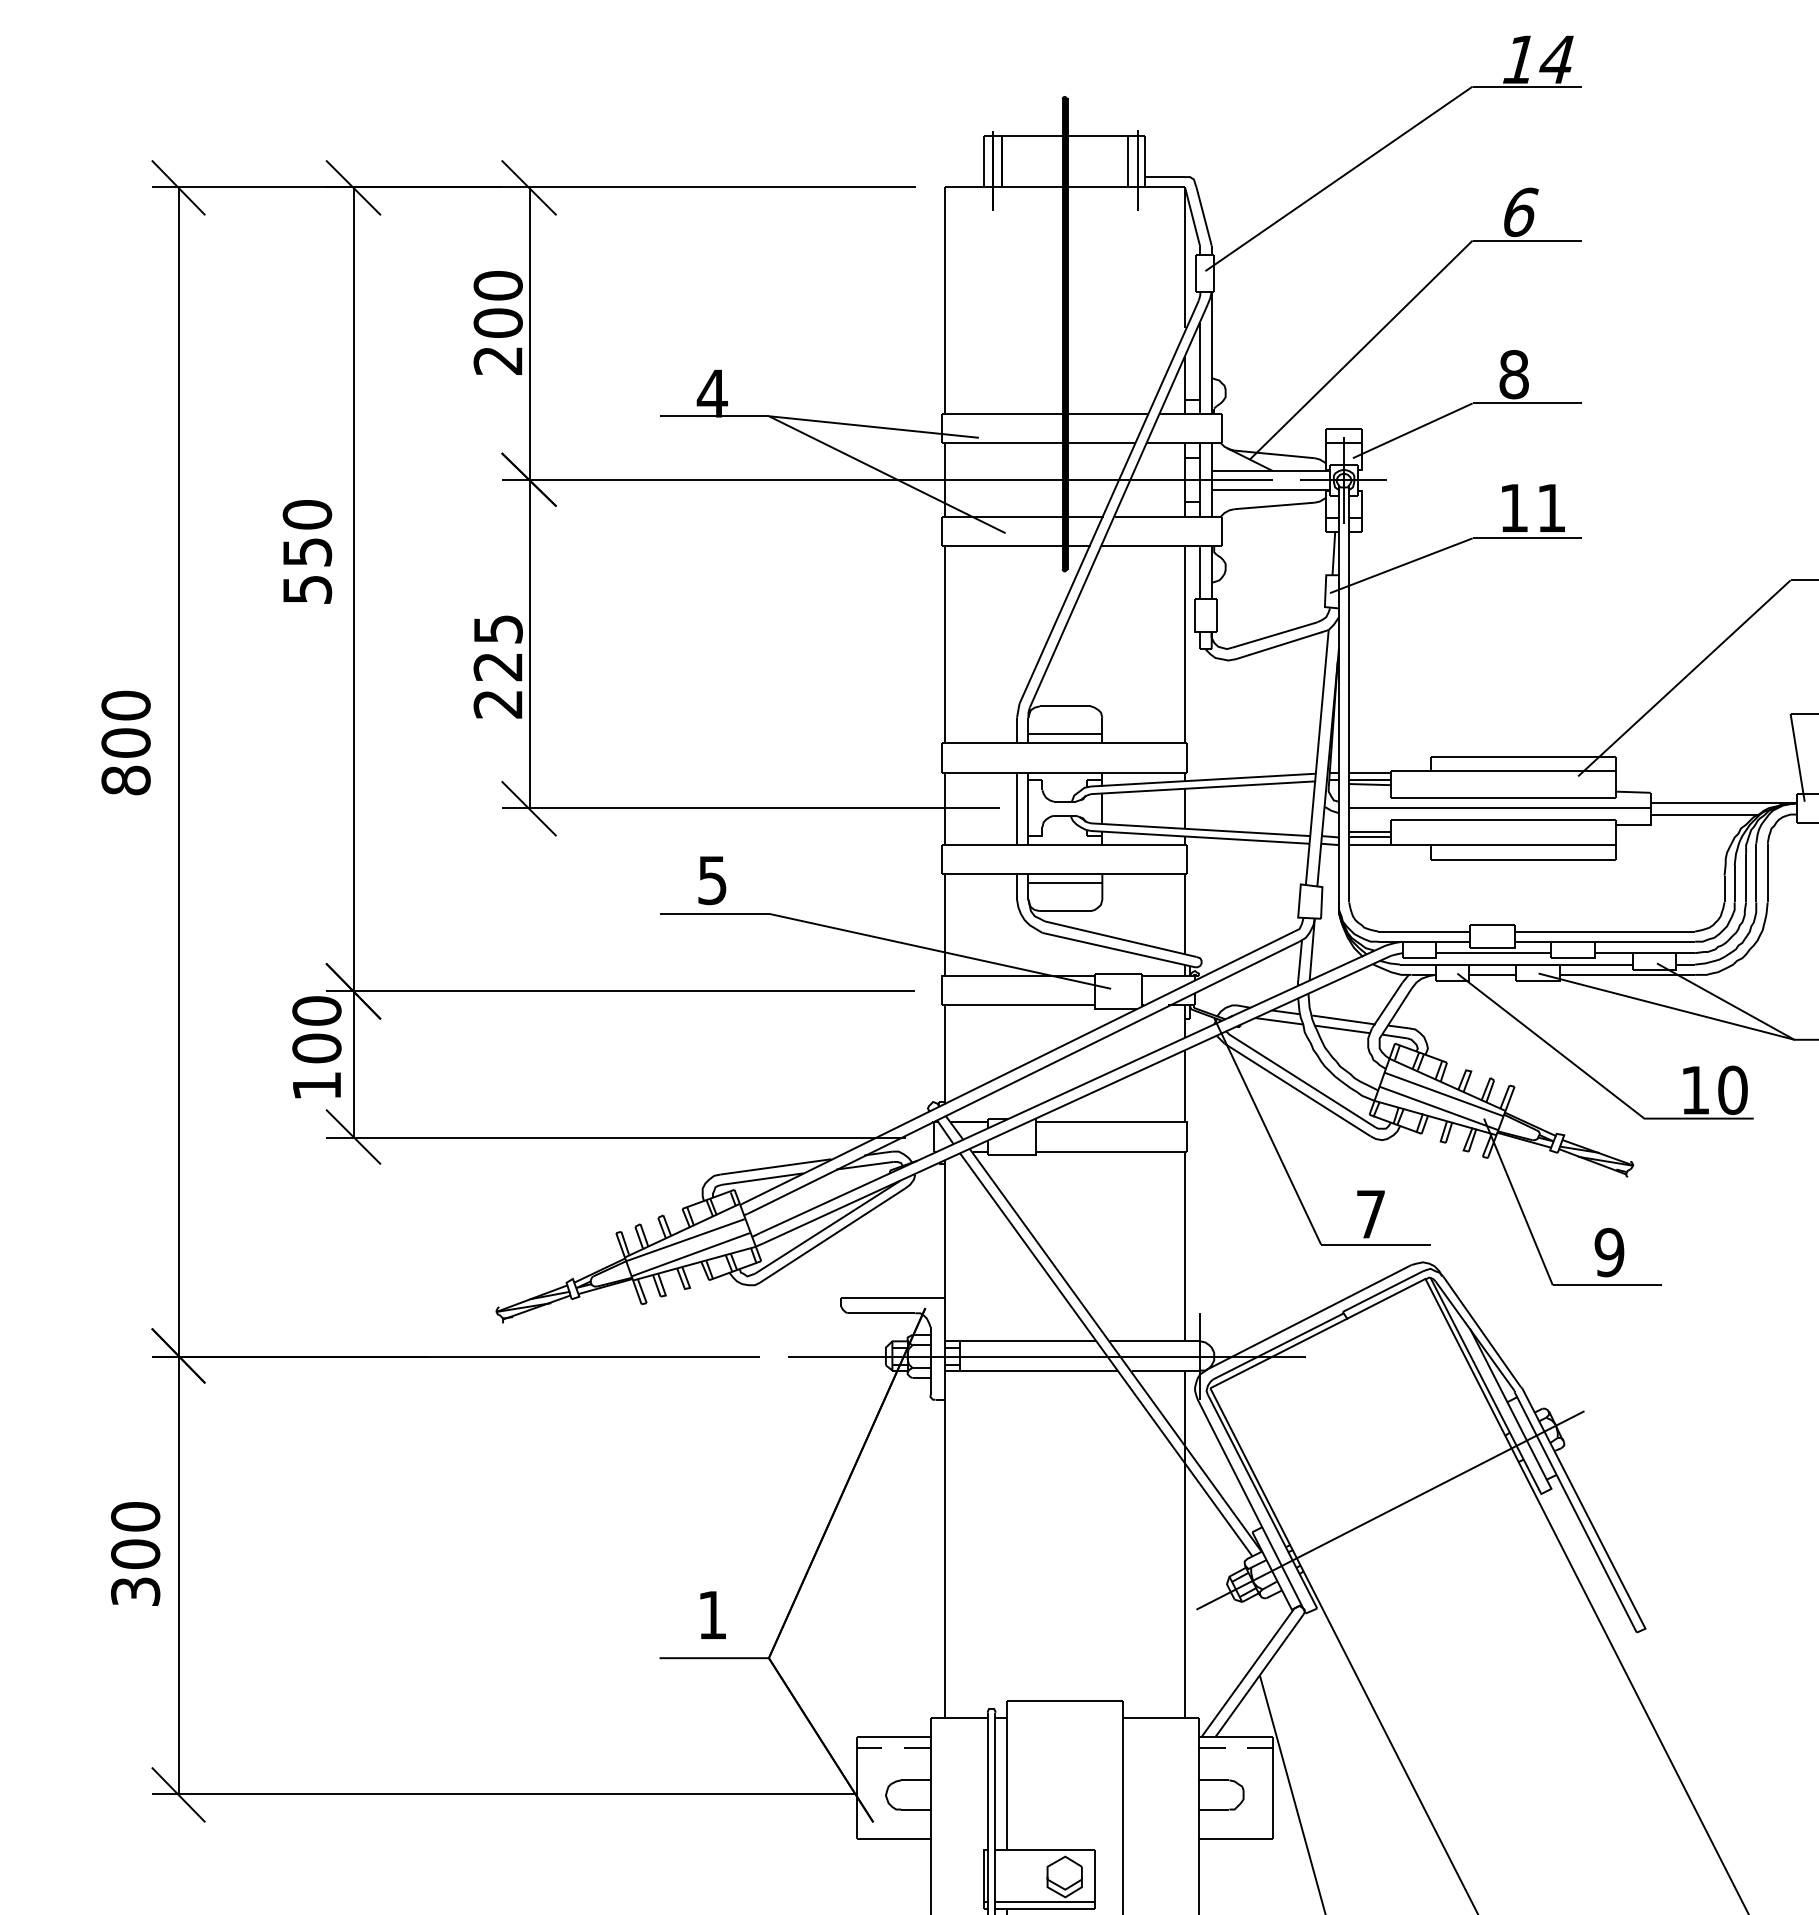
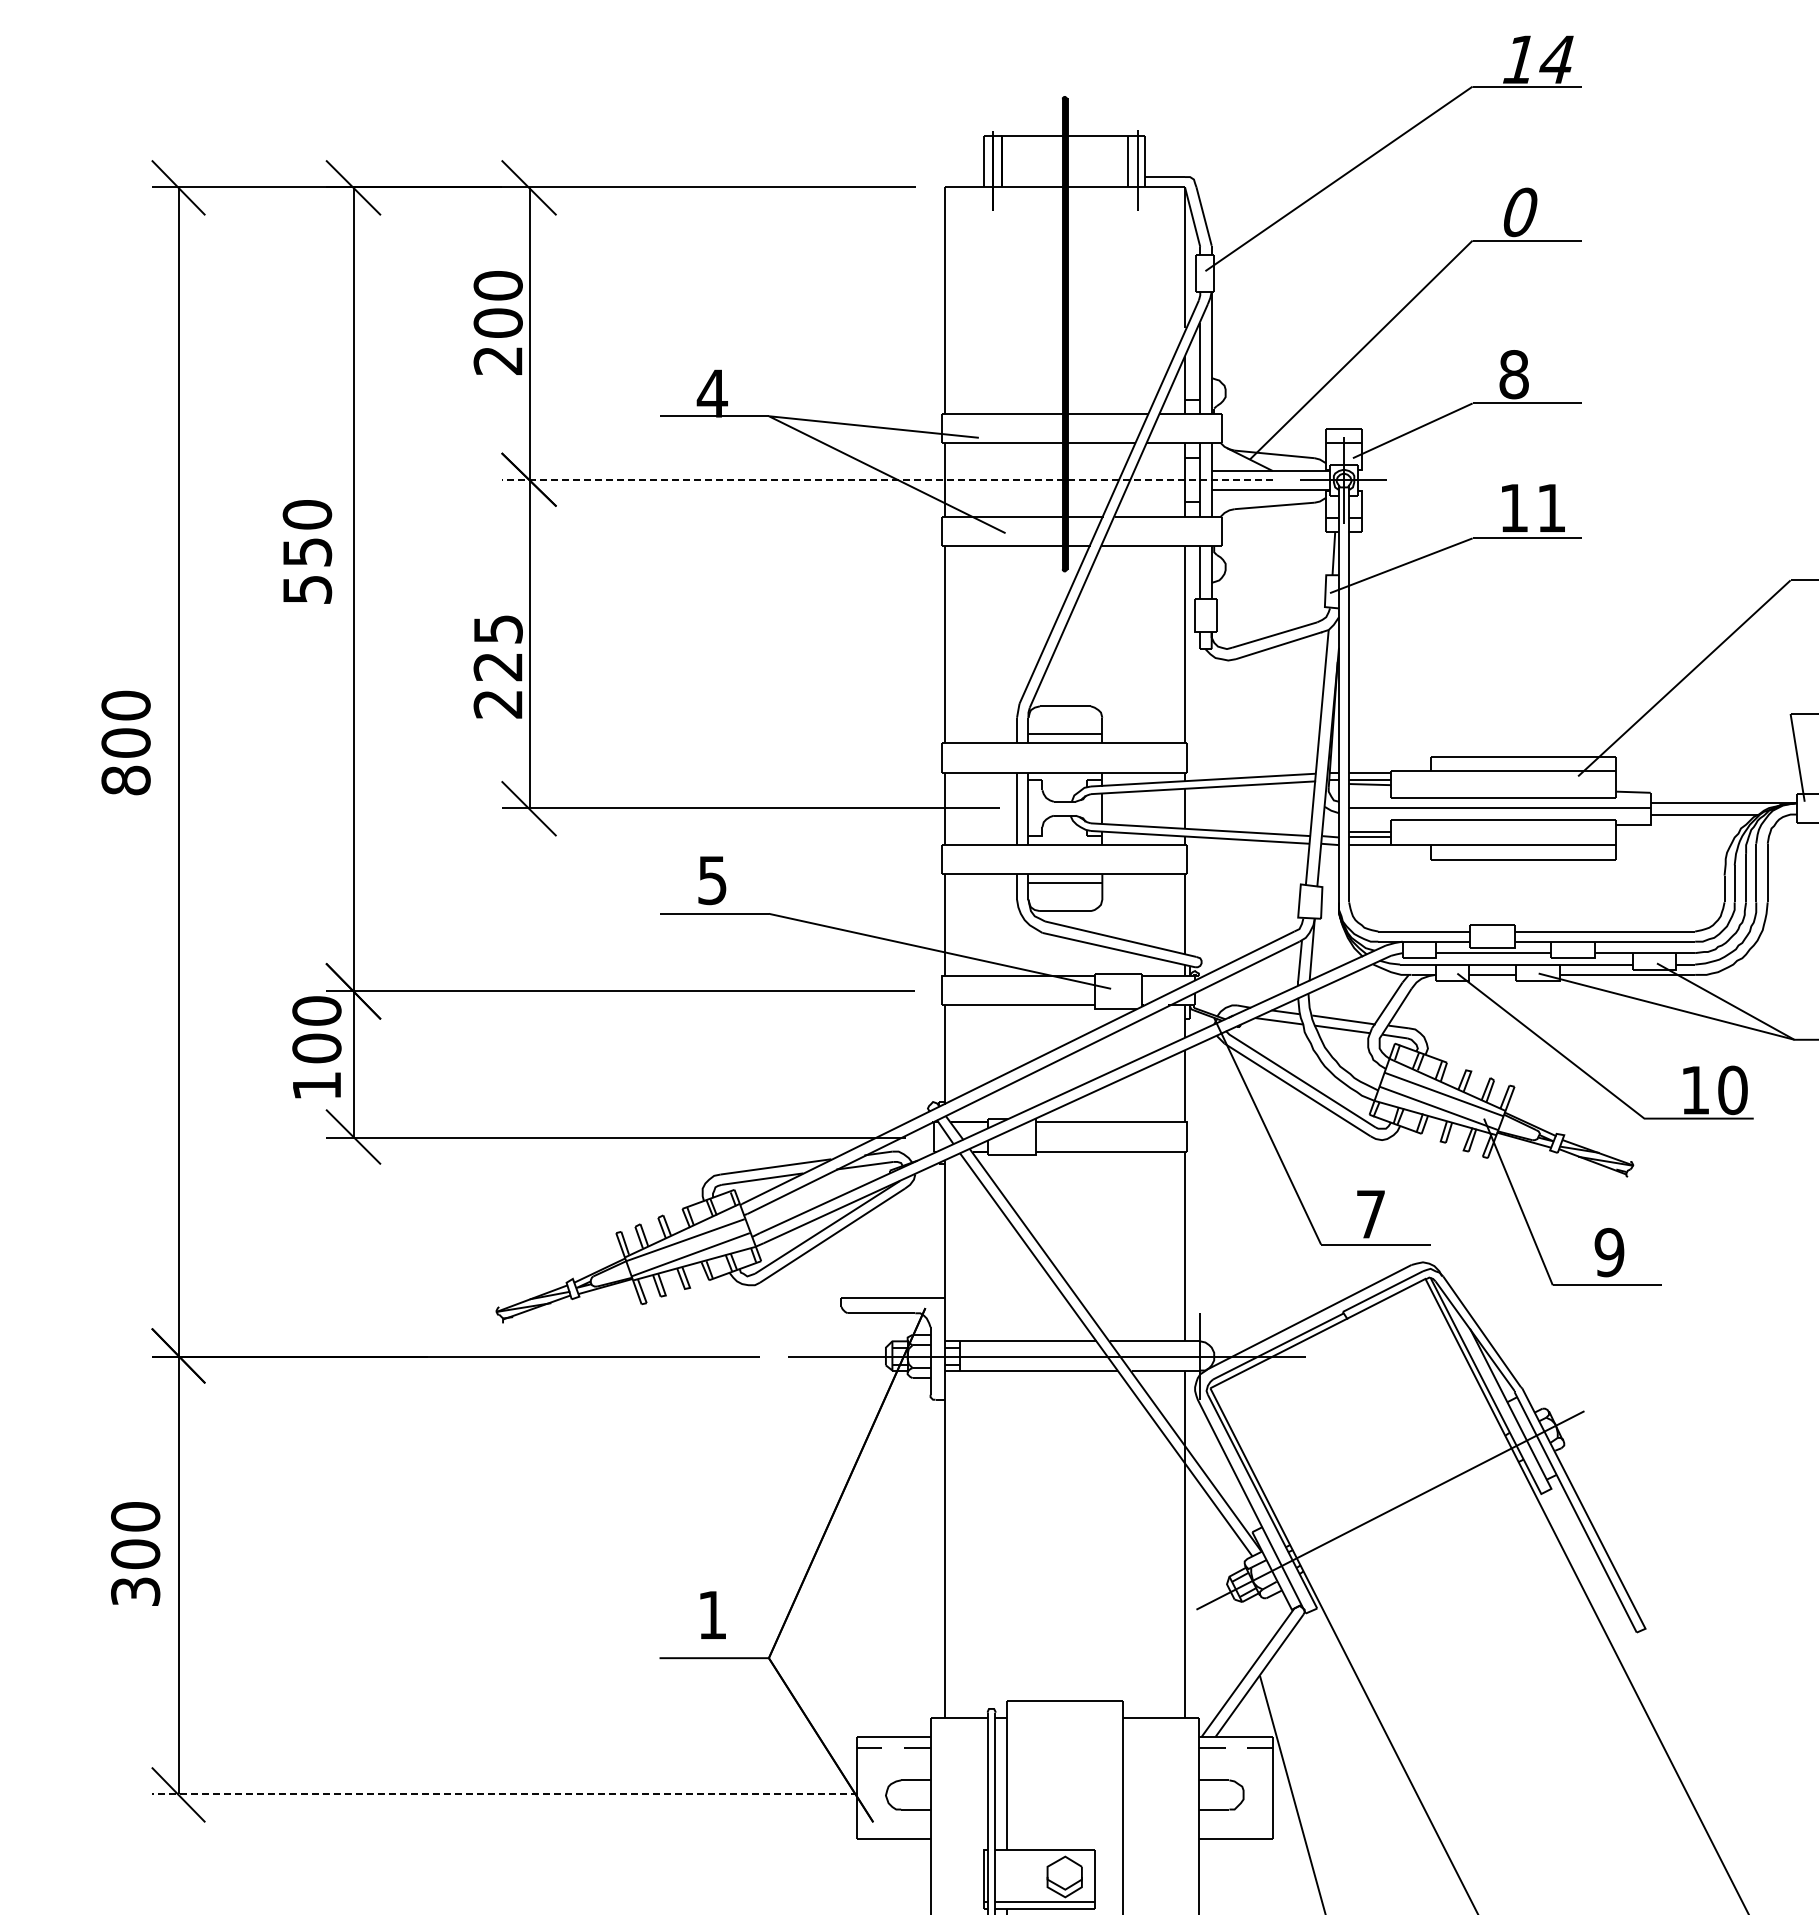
text at (1520, 211): 6 -> 0
line at (887, 479): solid -> dashed
line at (504, 1794): solid -> dashed
